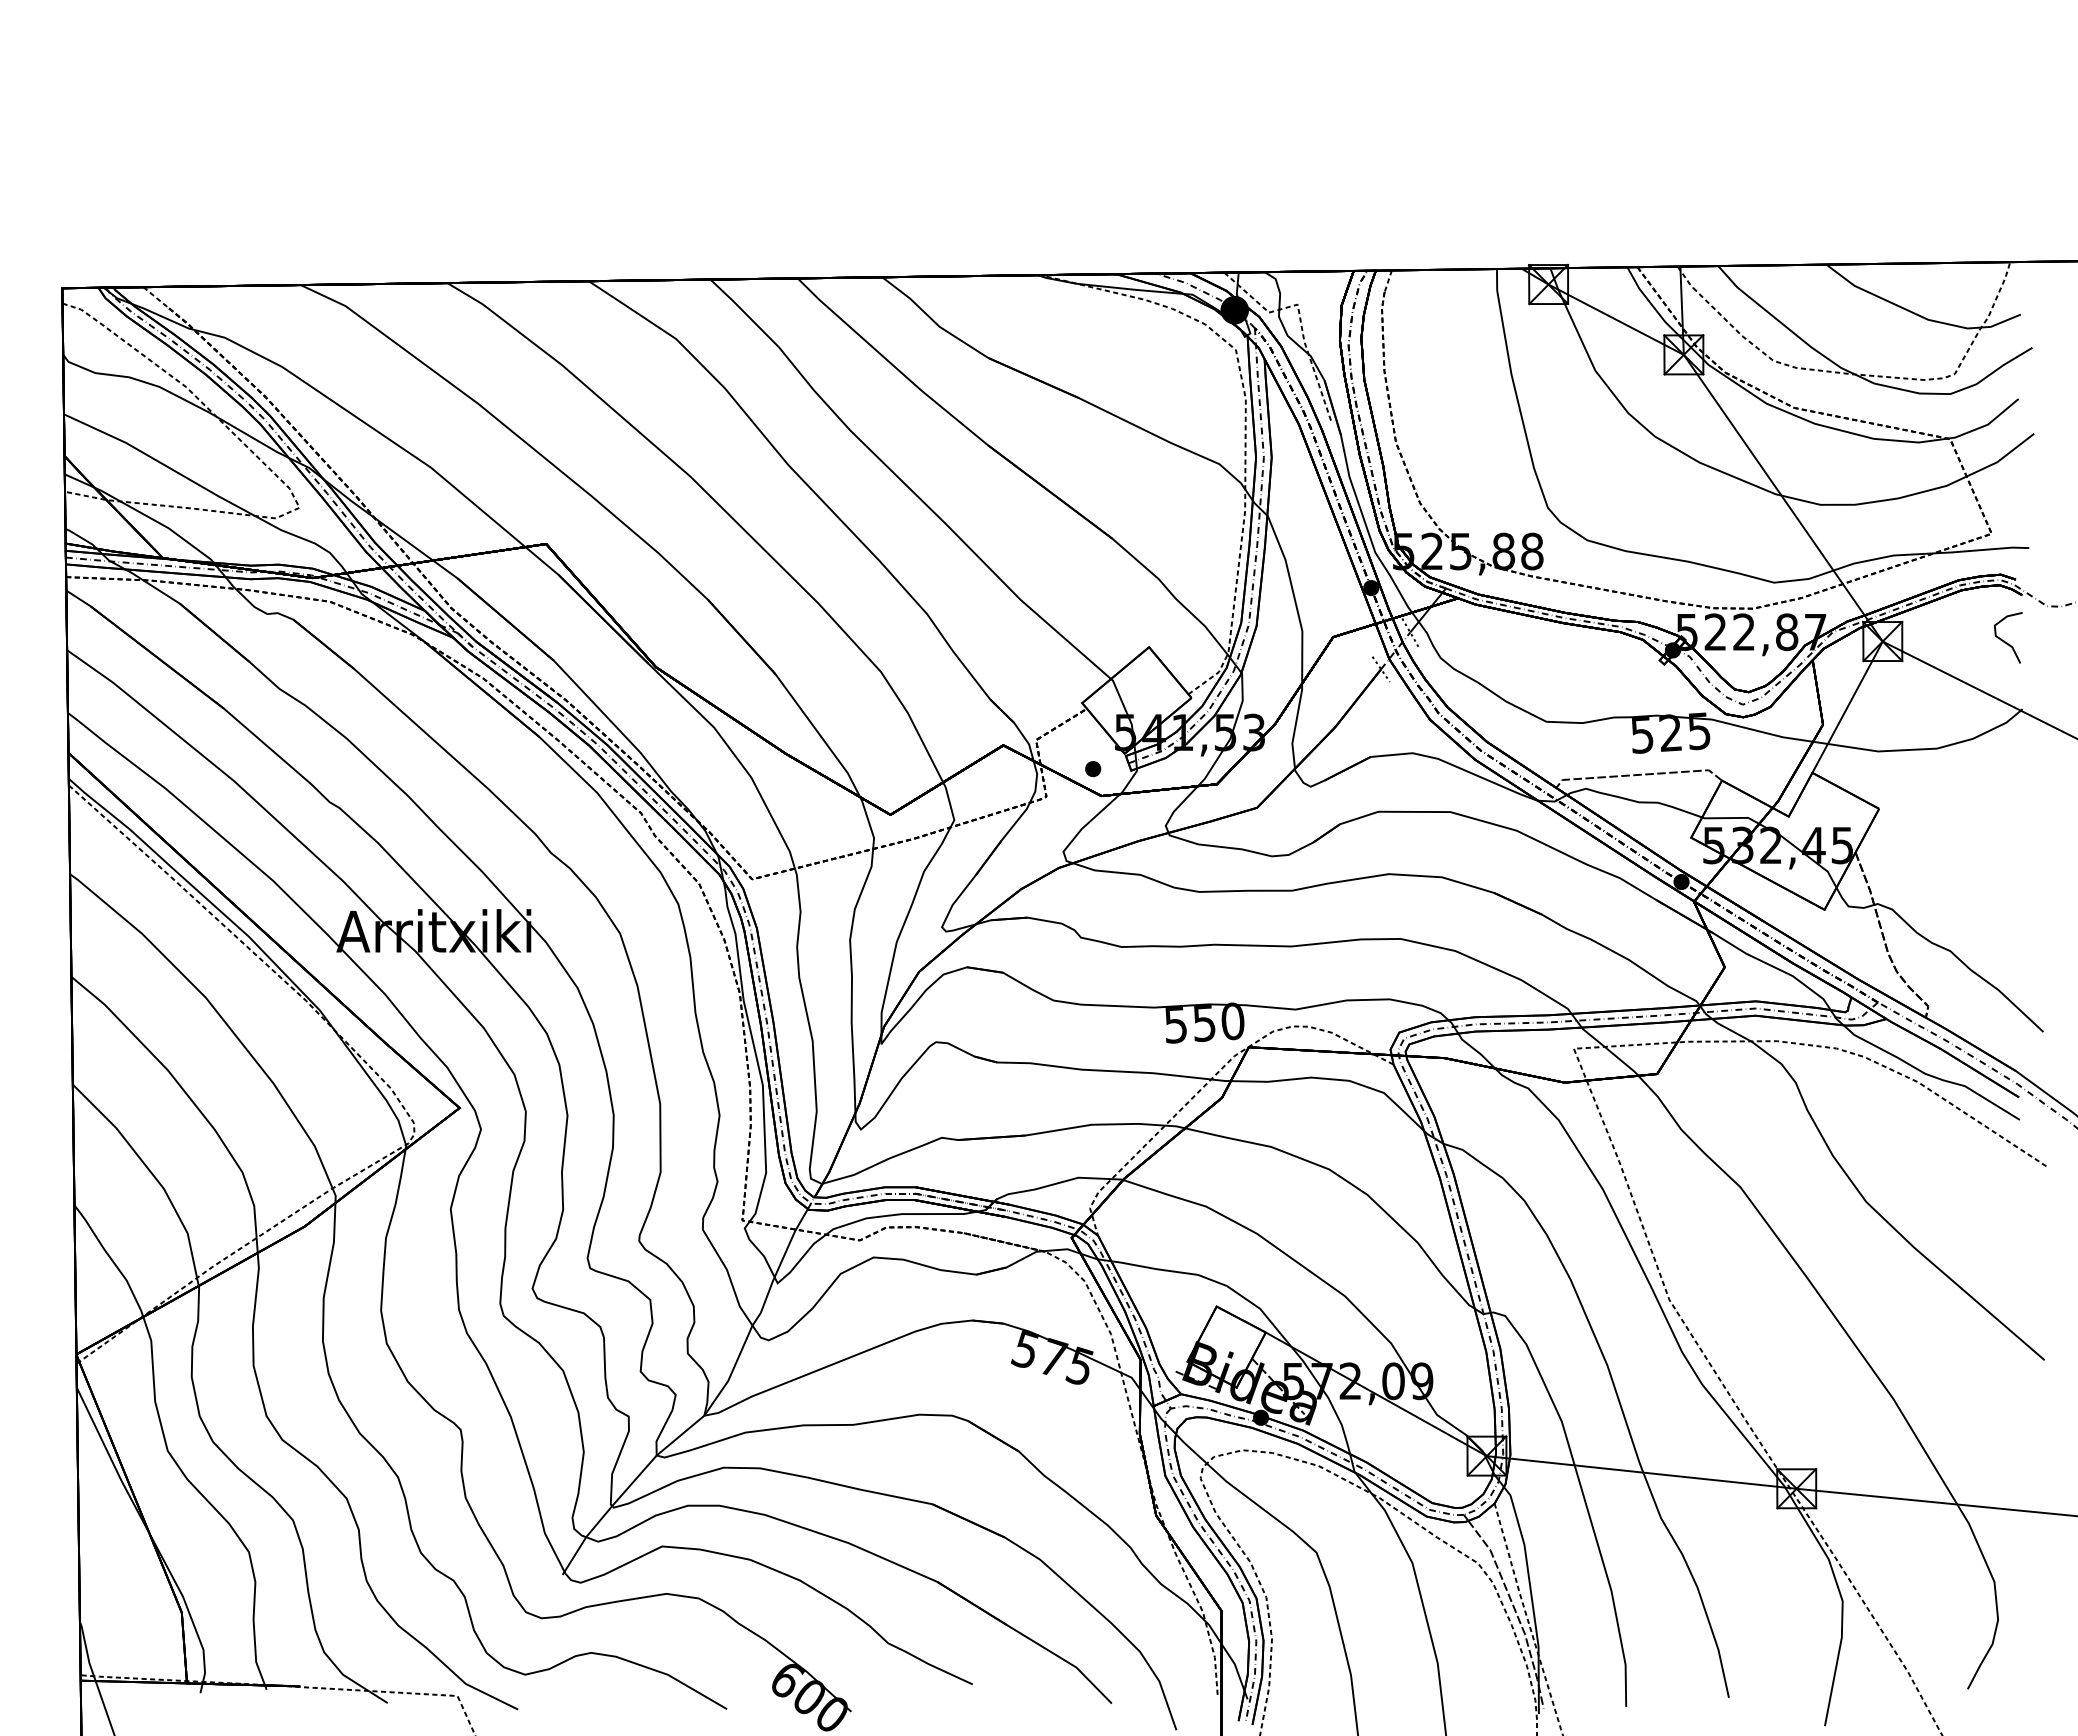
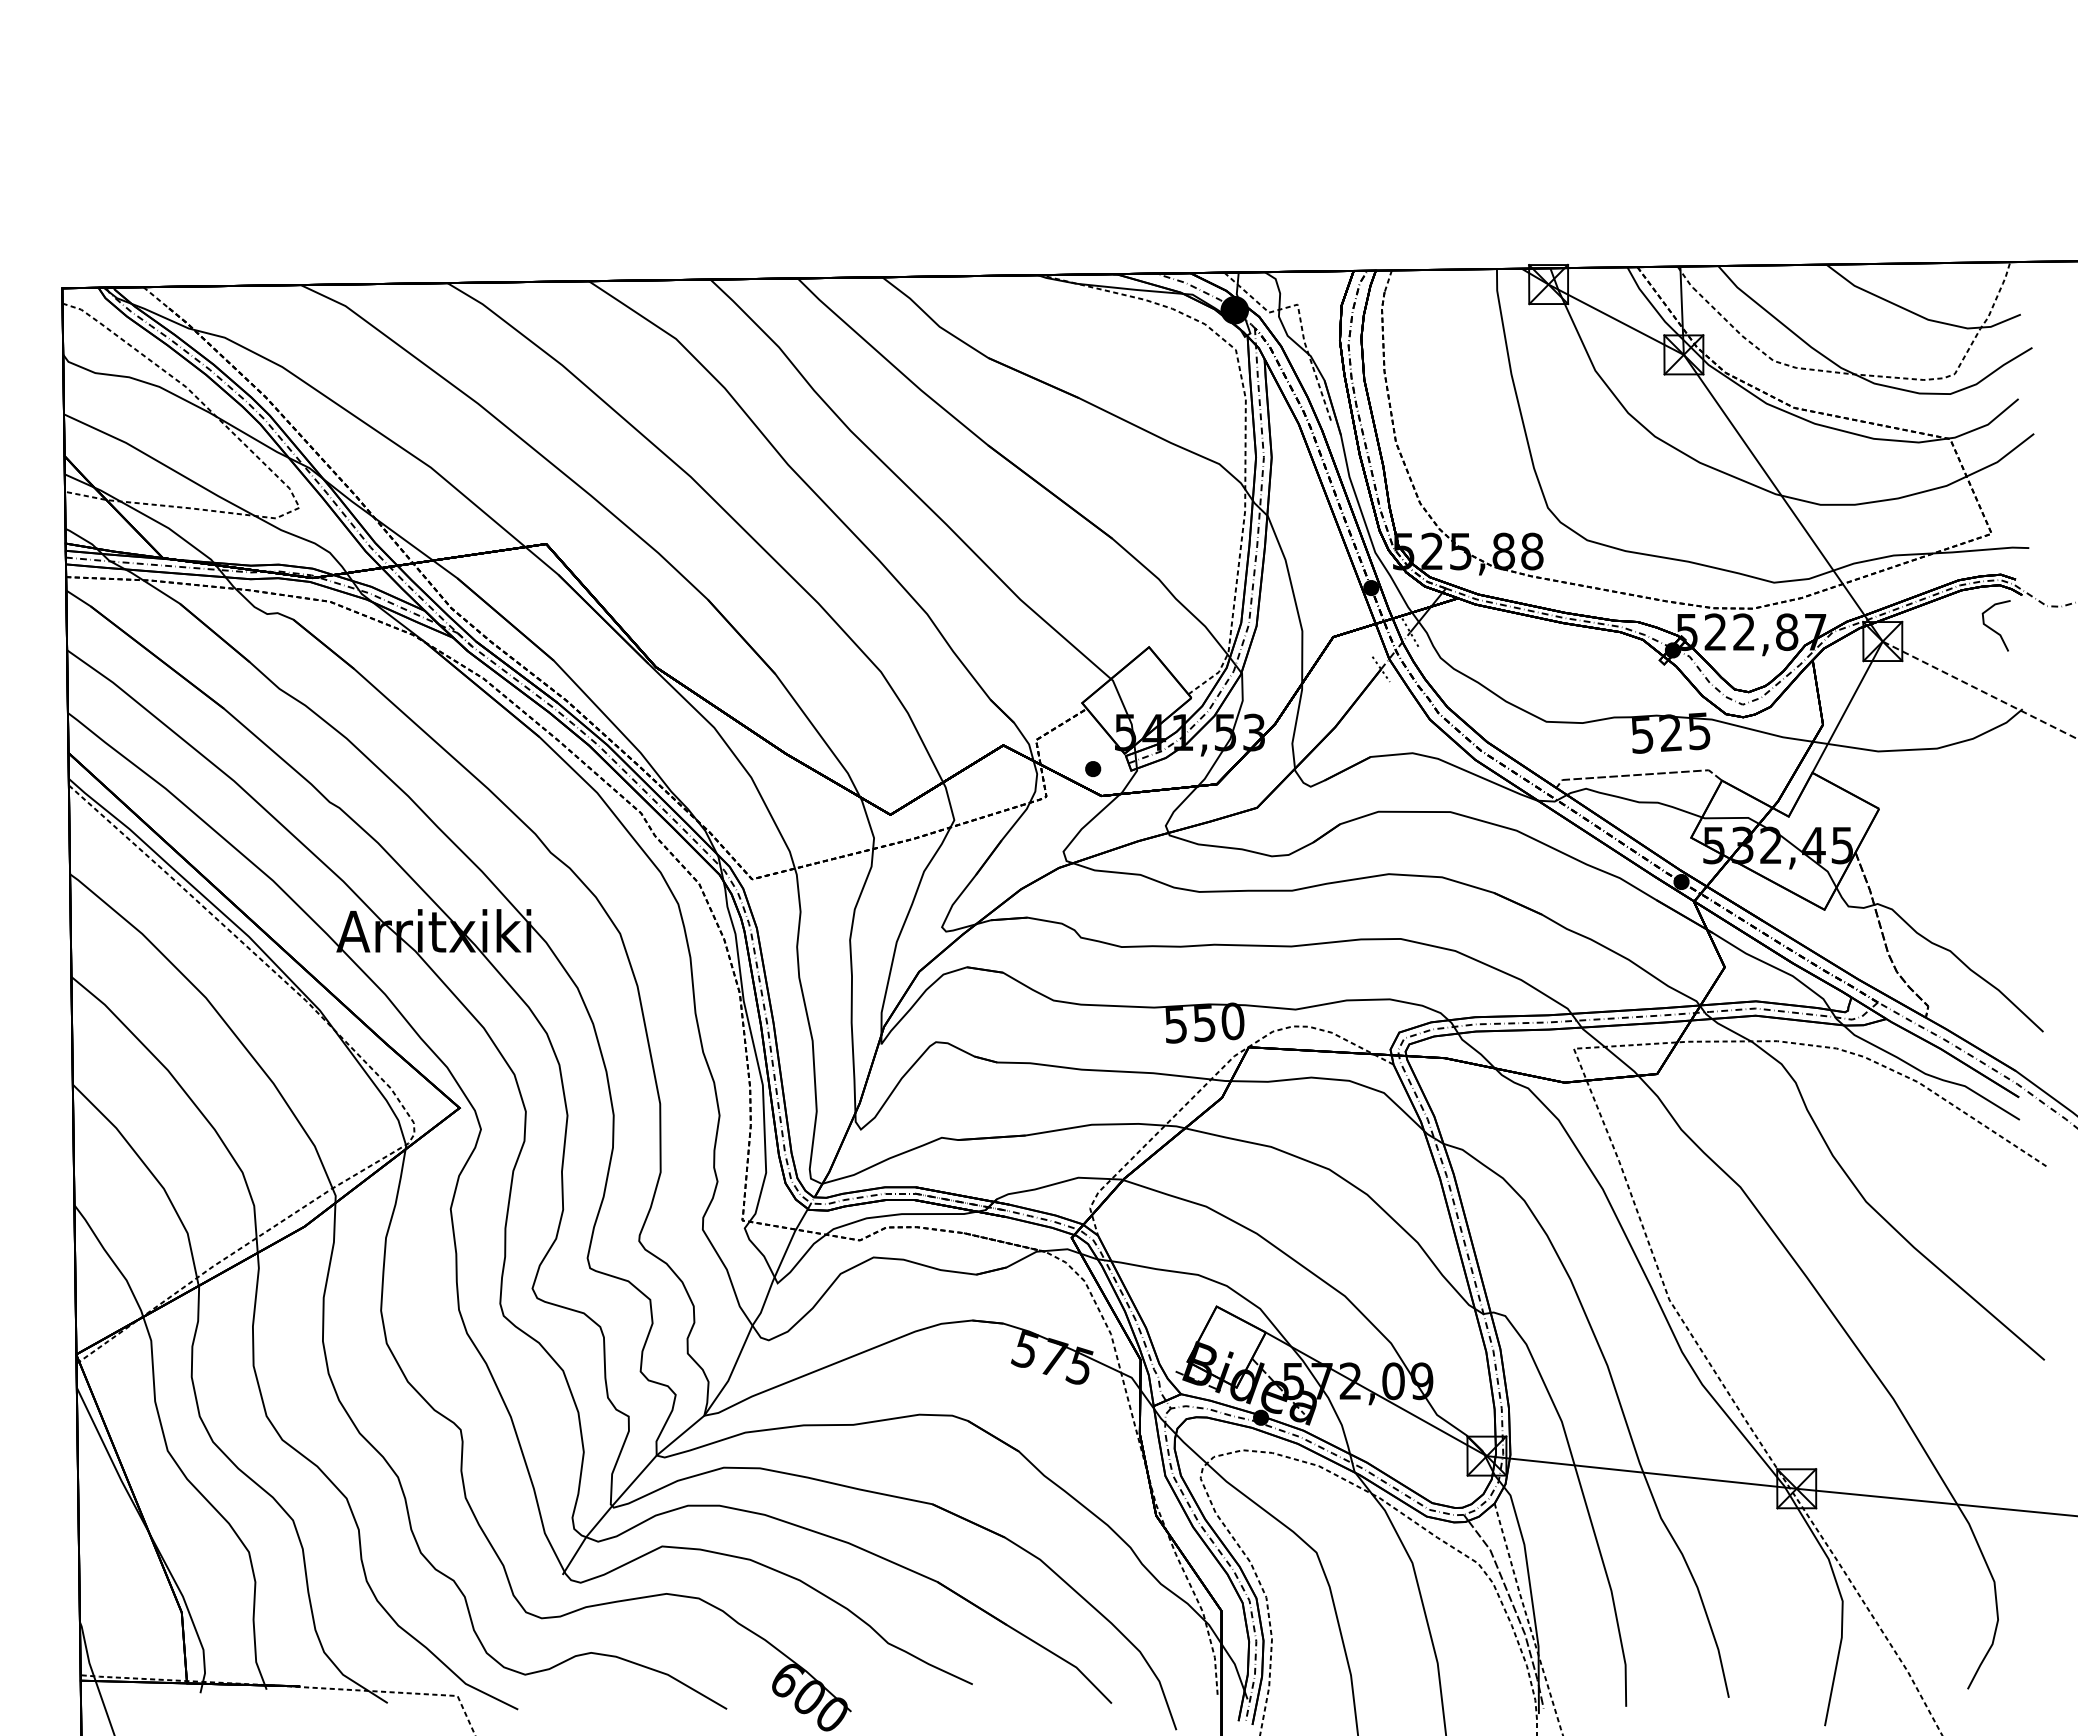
curve at (2004, 640) position: (2004, 640) -> (1992, 628)
line at (1980, 690): solid -> dashed
